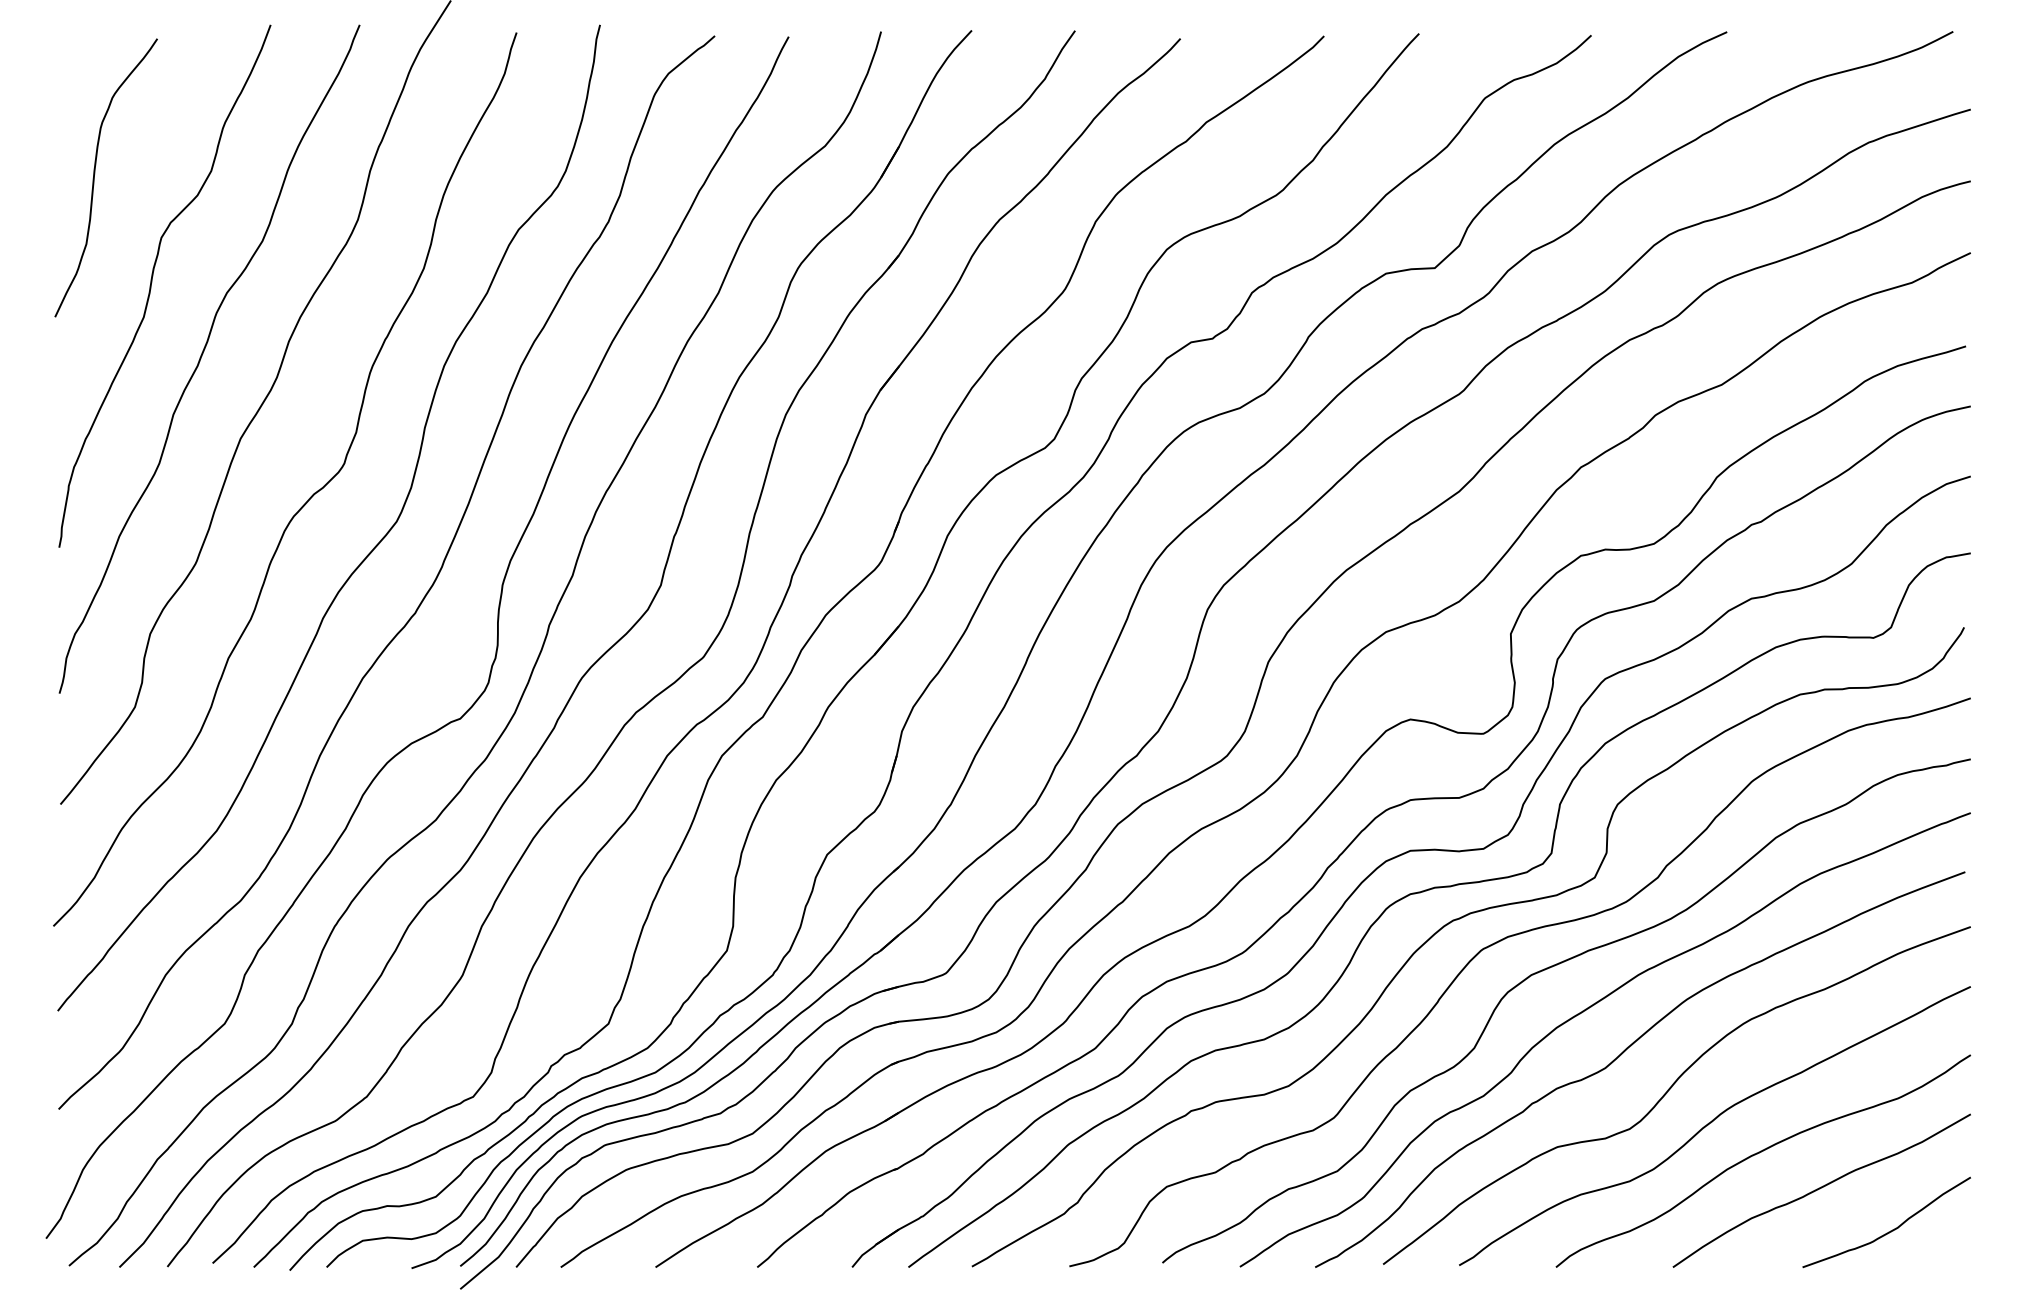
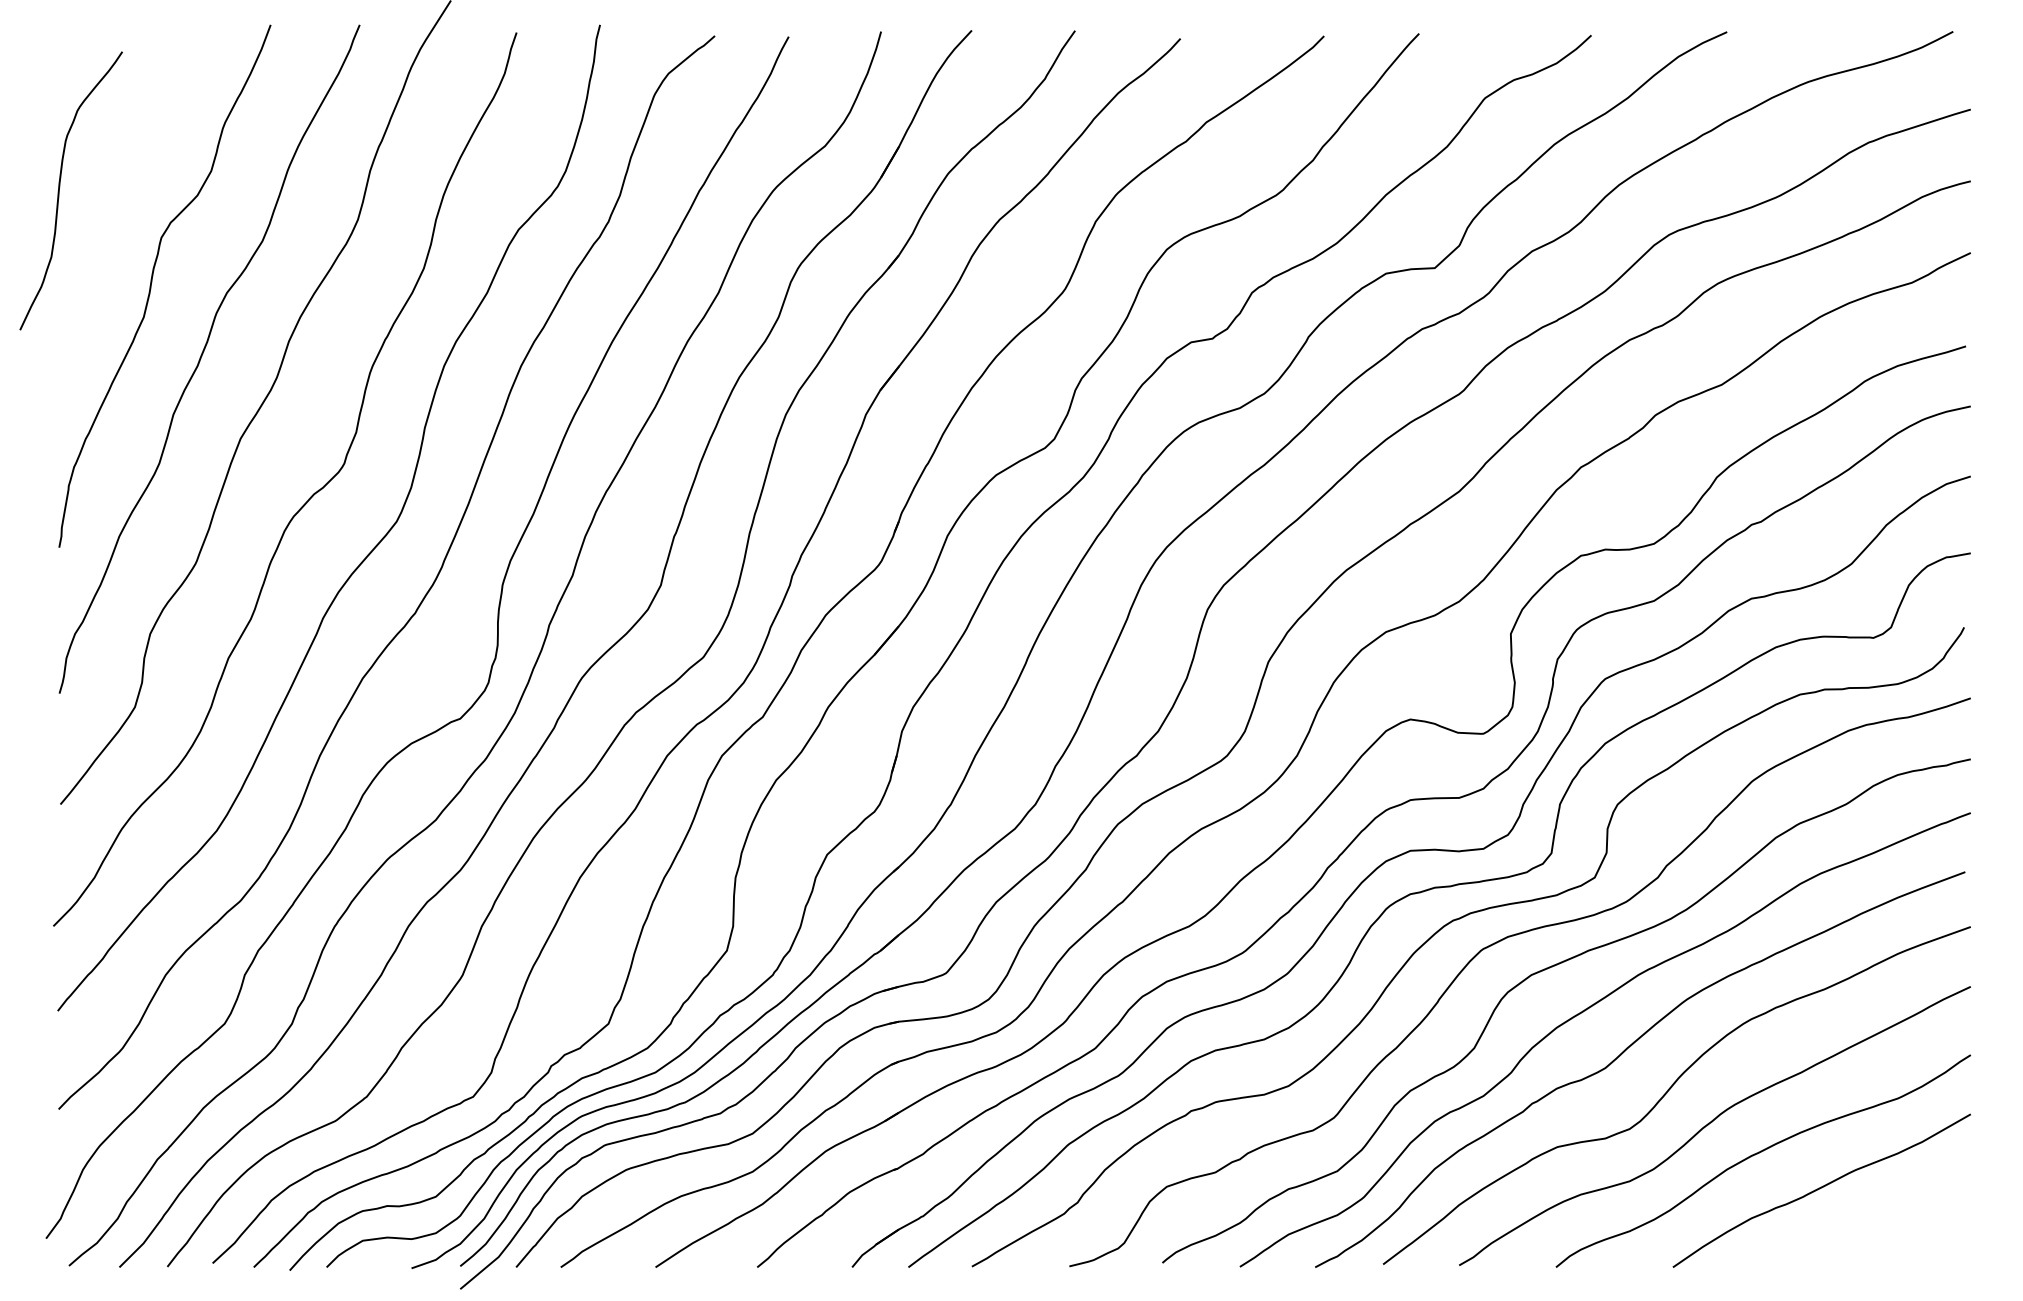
curve at (95, 174) position: (95, 174) -> (60, 187)
curve at (1890, 1230): present -> none
